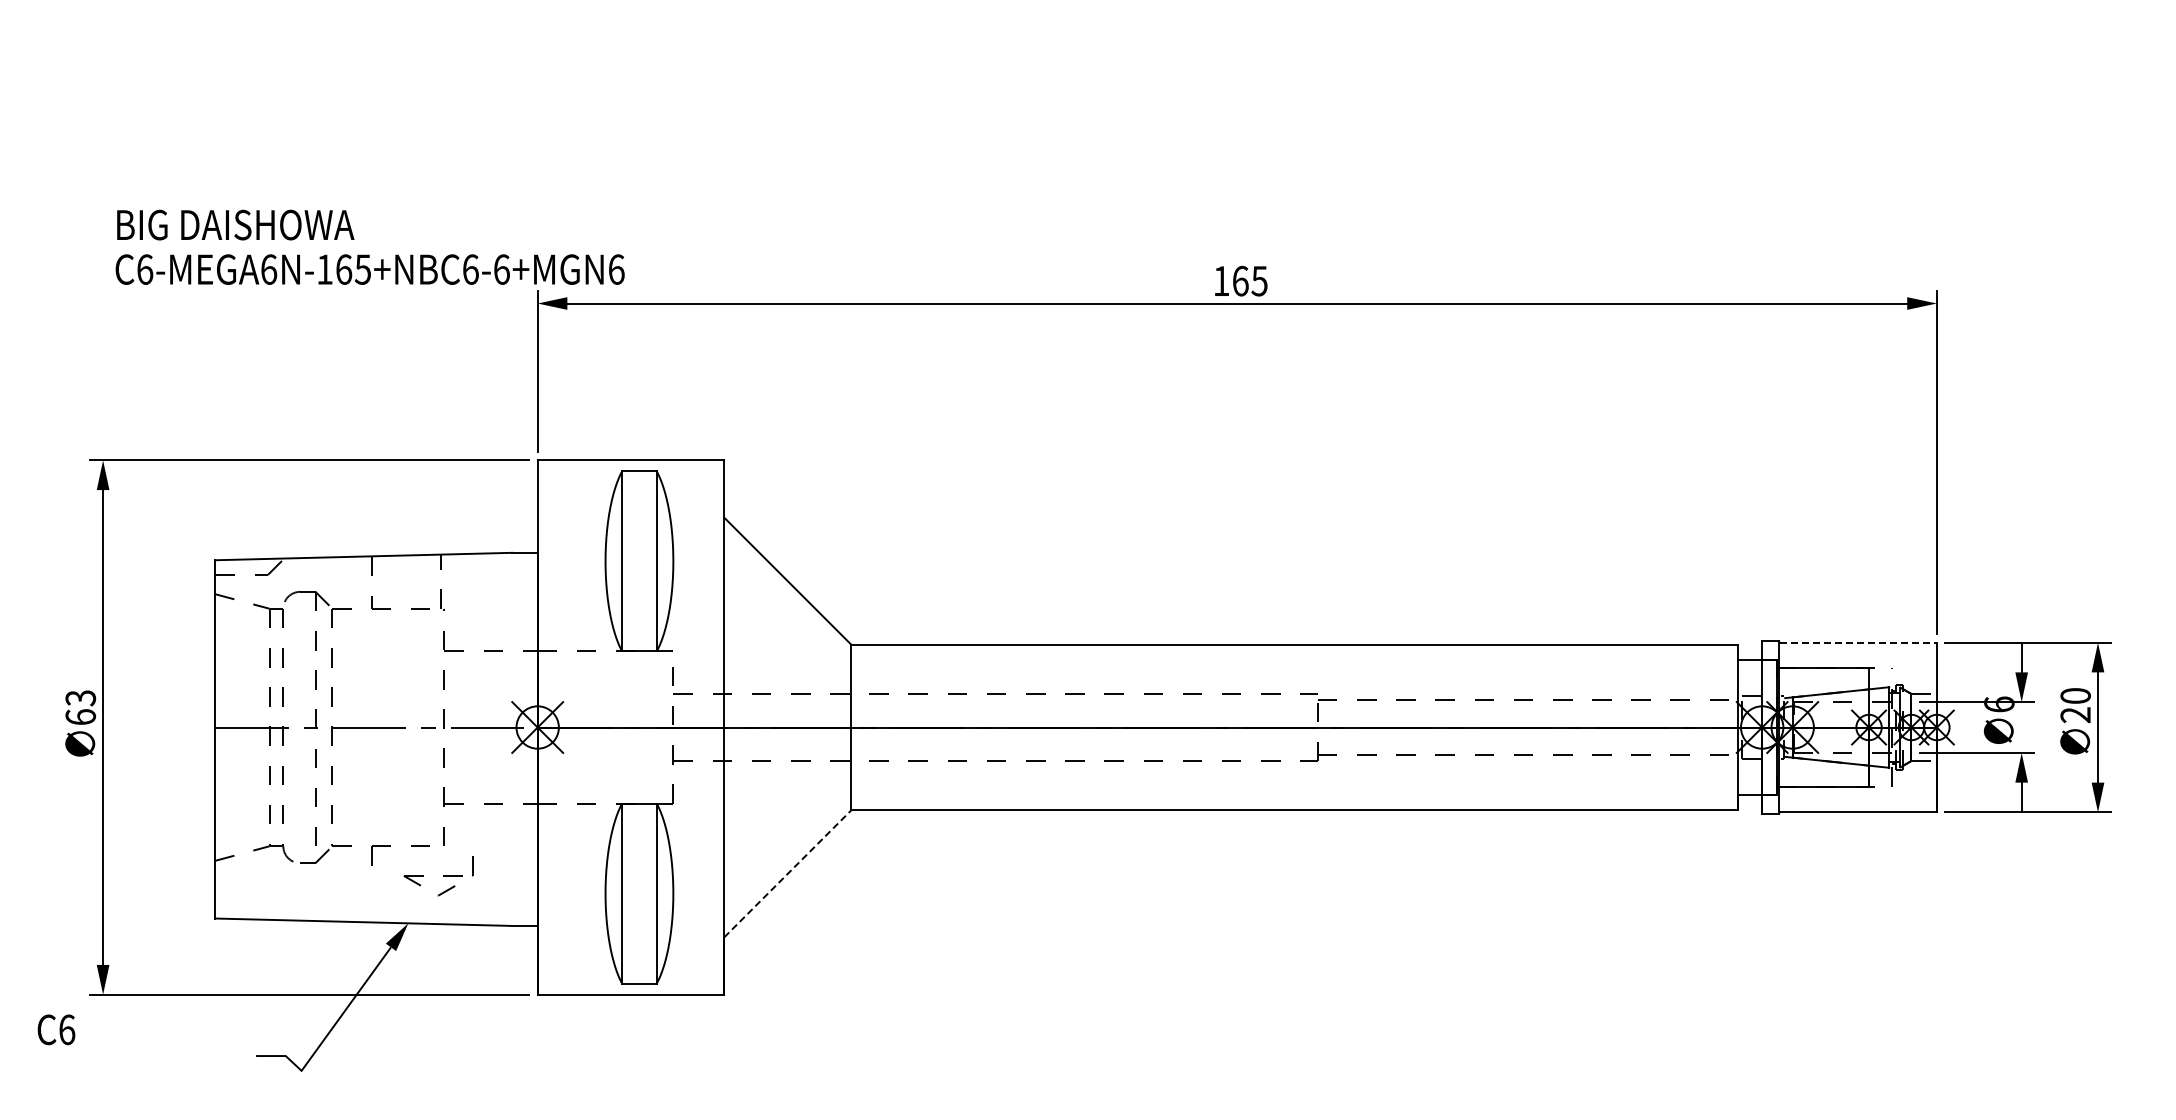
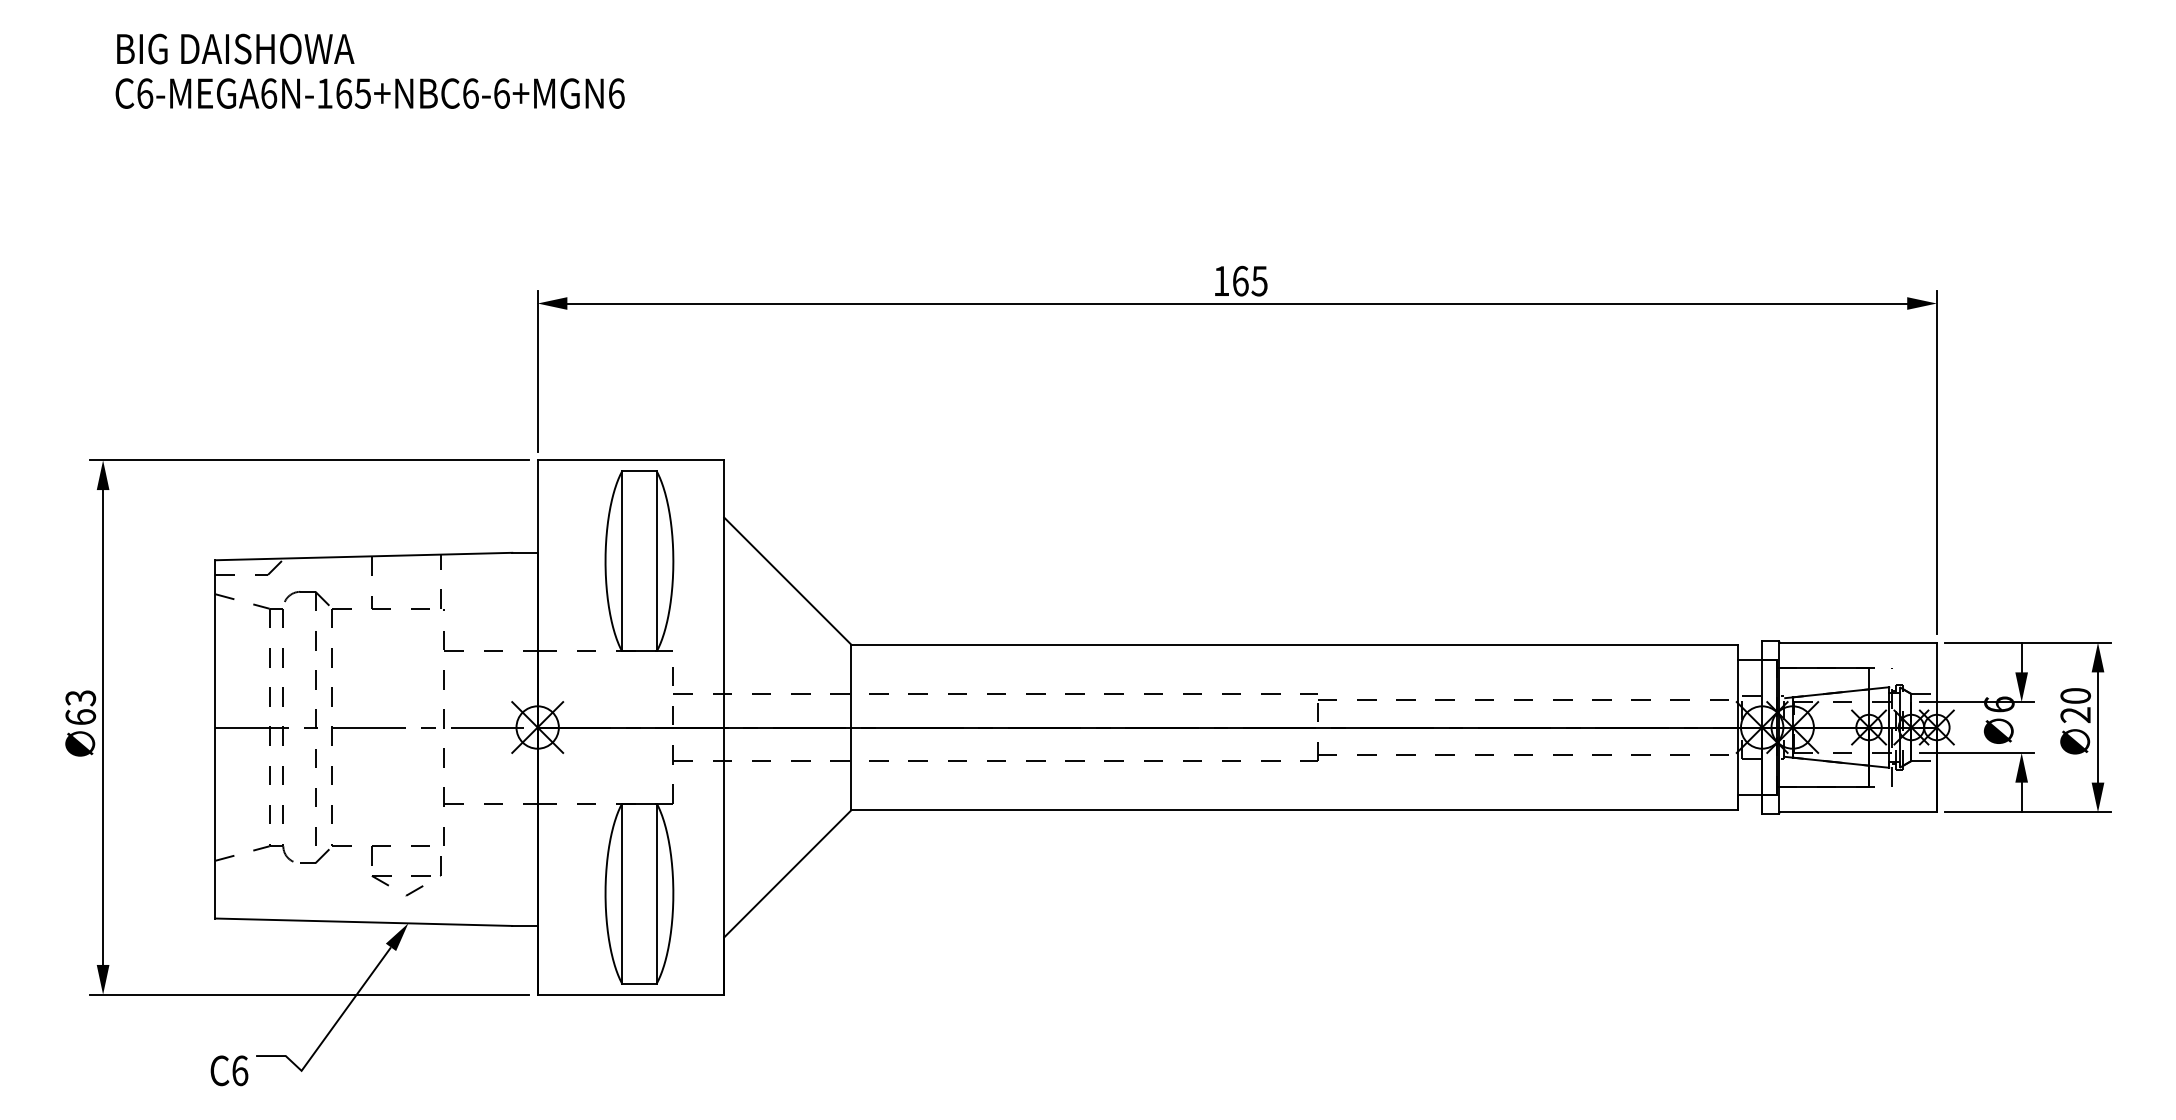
text at (369, 246) position: (369, 246) -> (369, 70)
line at (1858, 642): dashed -> solid
line at (787, 873): dashed -> solid
part at (438, 876) position: (438, 876) -> (406, 876)
text at (56, 1029) position: (56, 1029) -> (229, 1070)
